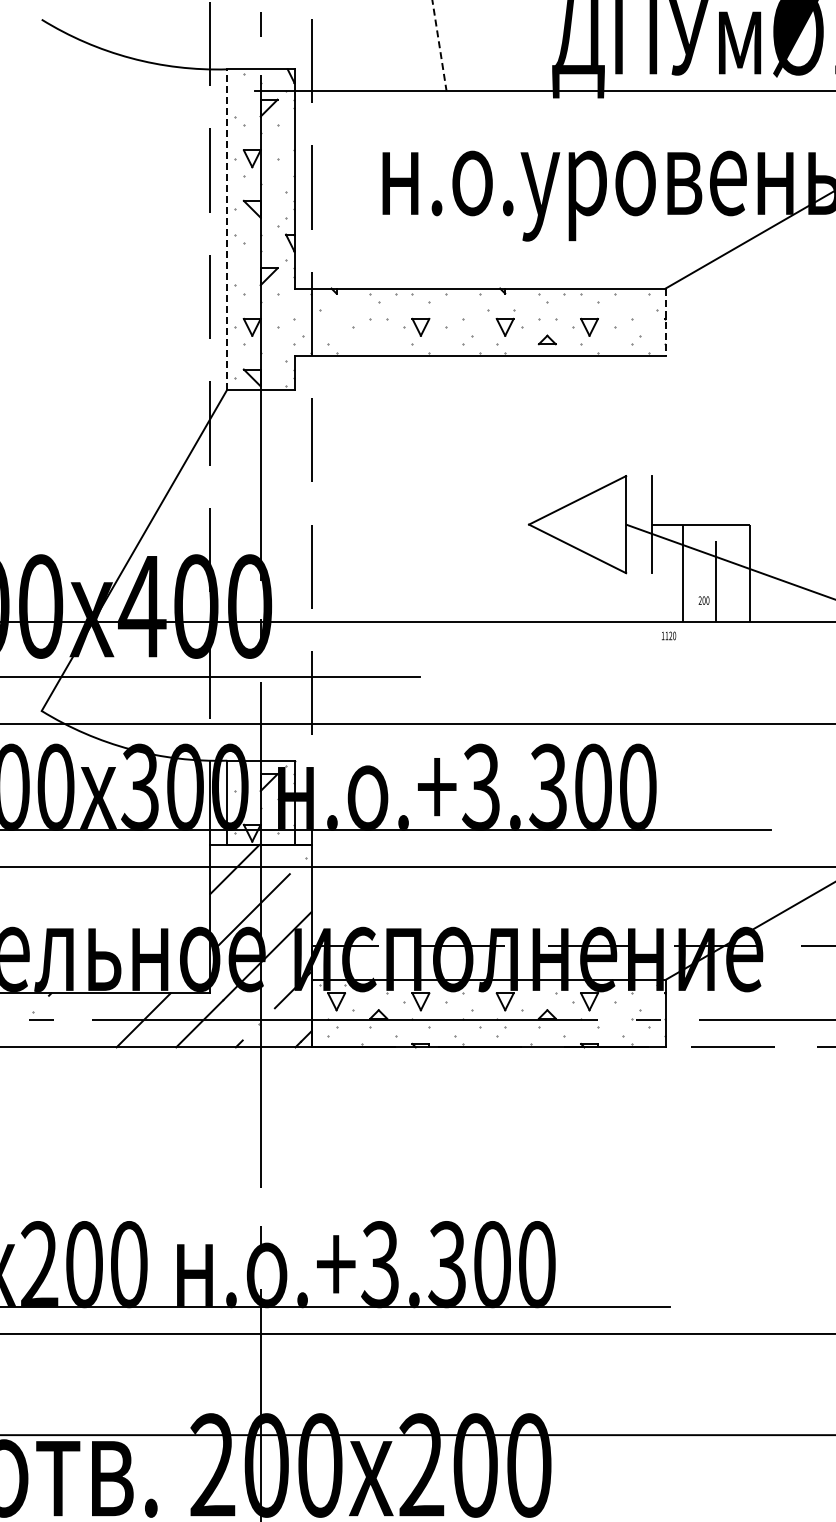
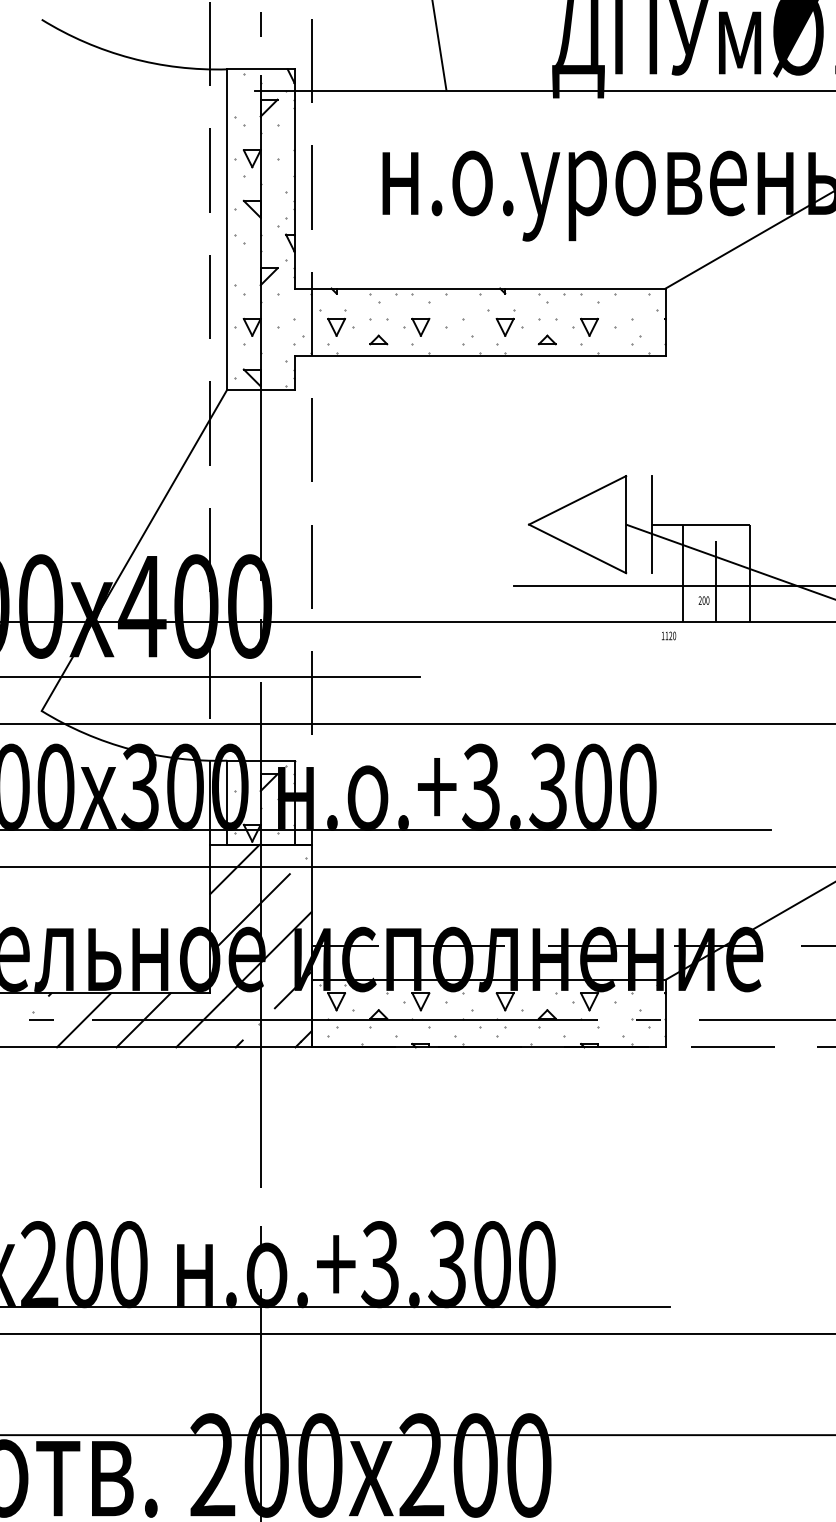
line at (439, 45): dashed -> solid
line at (227, 229): dashed -> solid
part at (336, 322): none -> present
line at (665, 322): dashed -> solid
part at (378, 339): none -> present
line at (672, 586): none -> present
line at (84, 1020): none -> present
